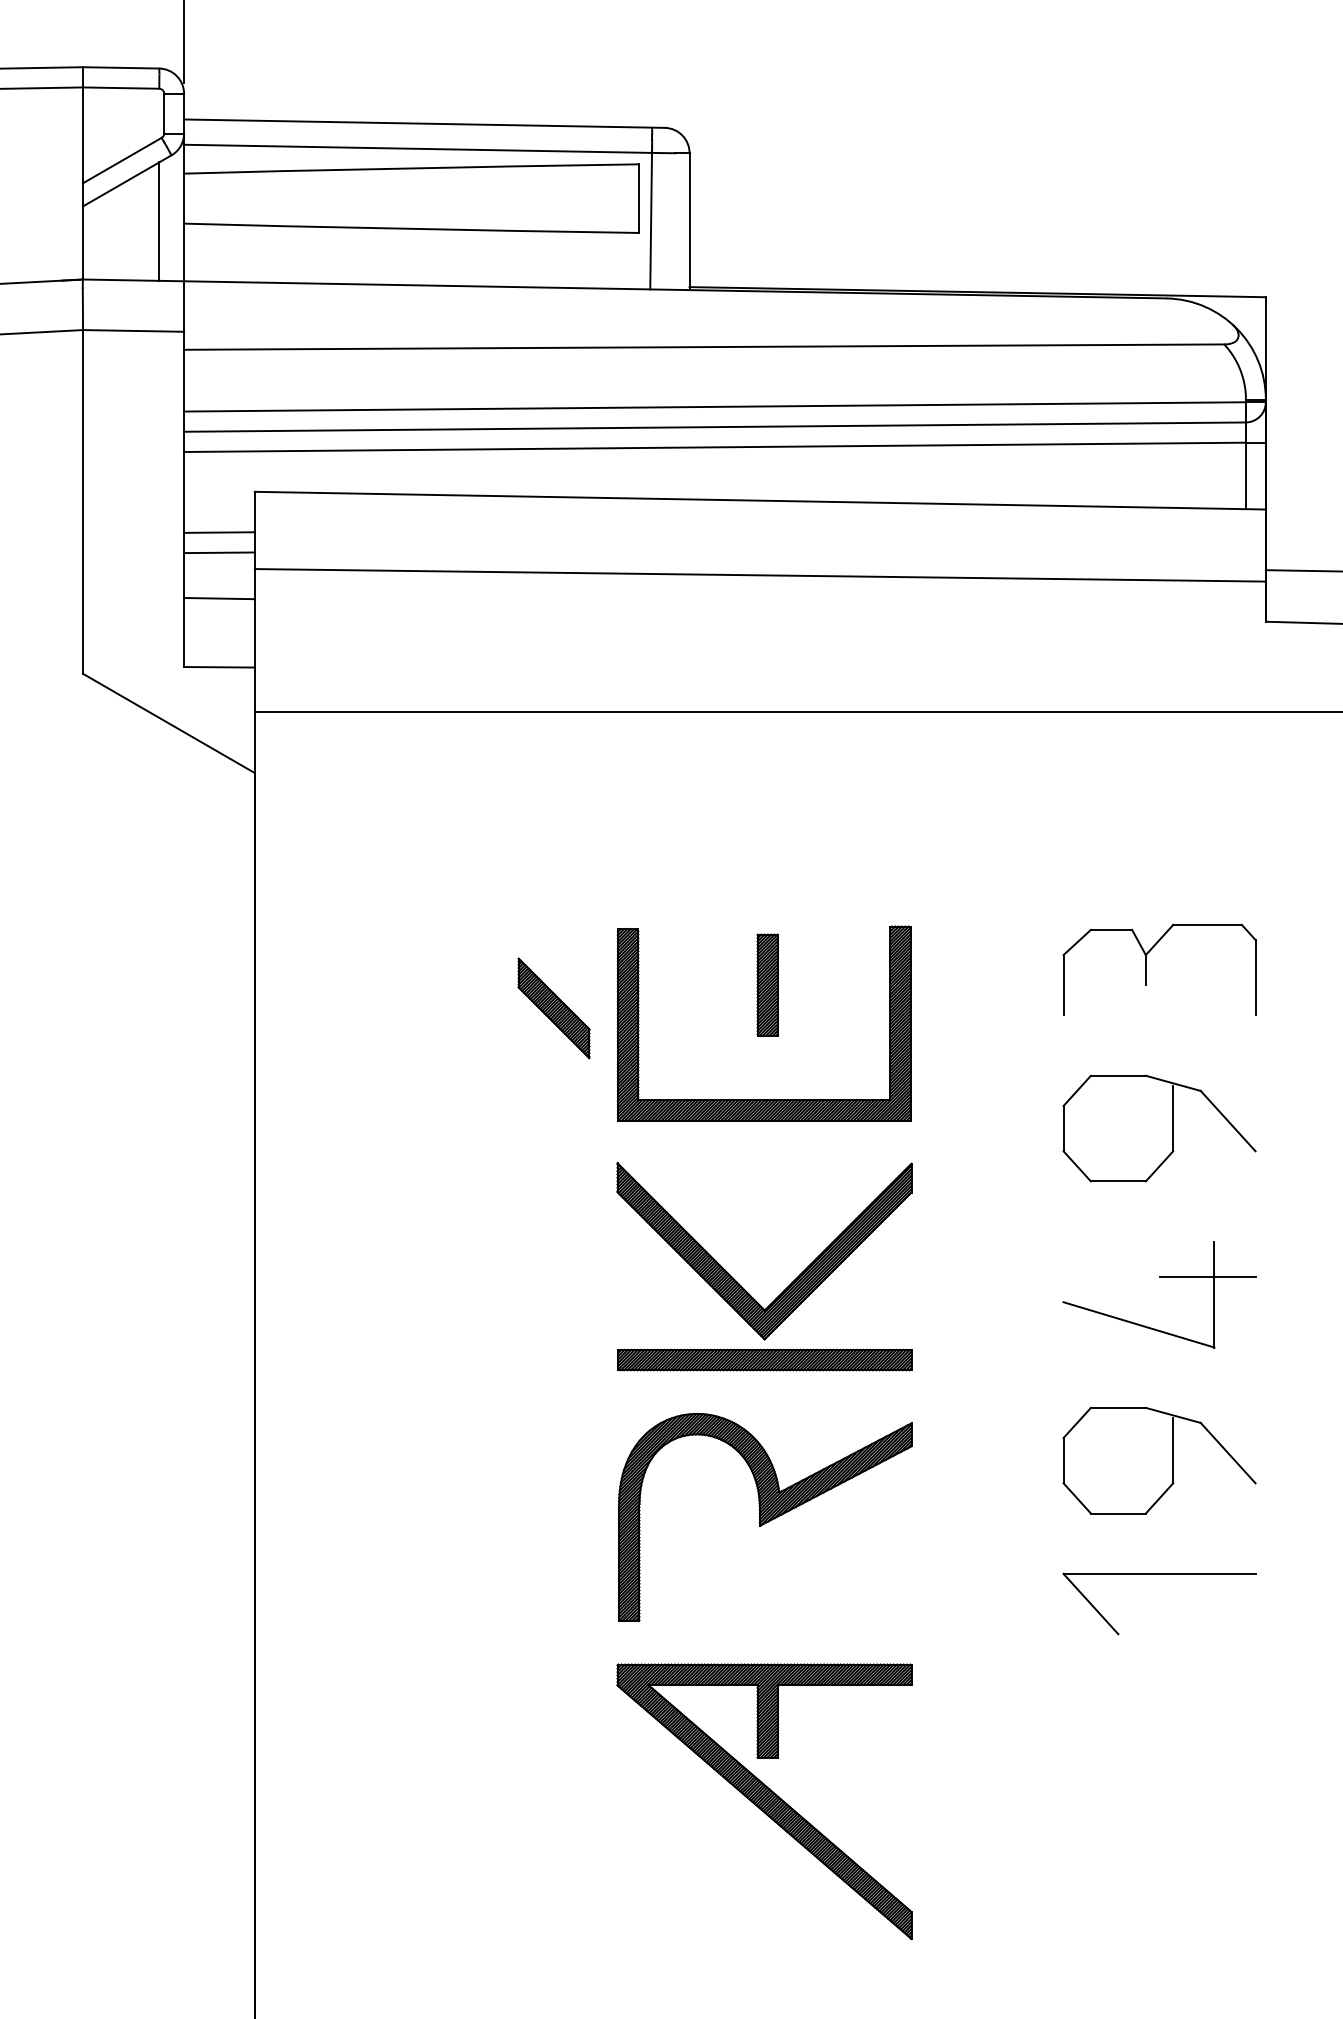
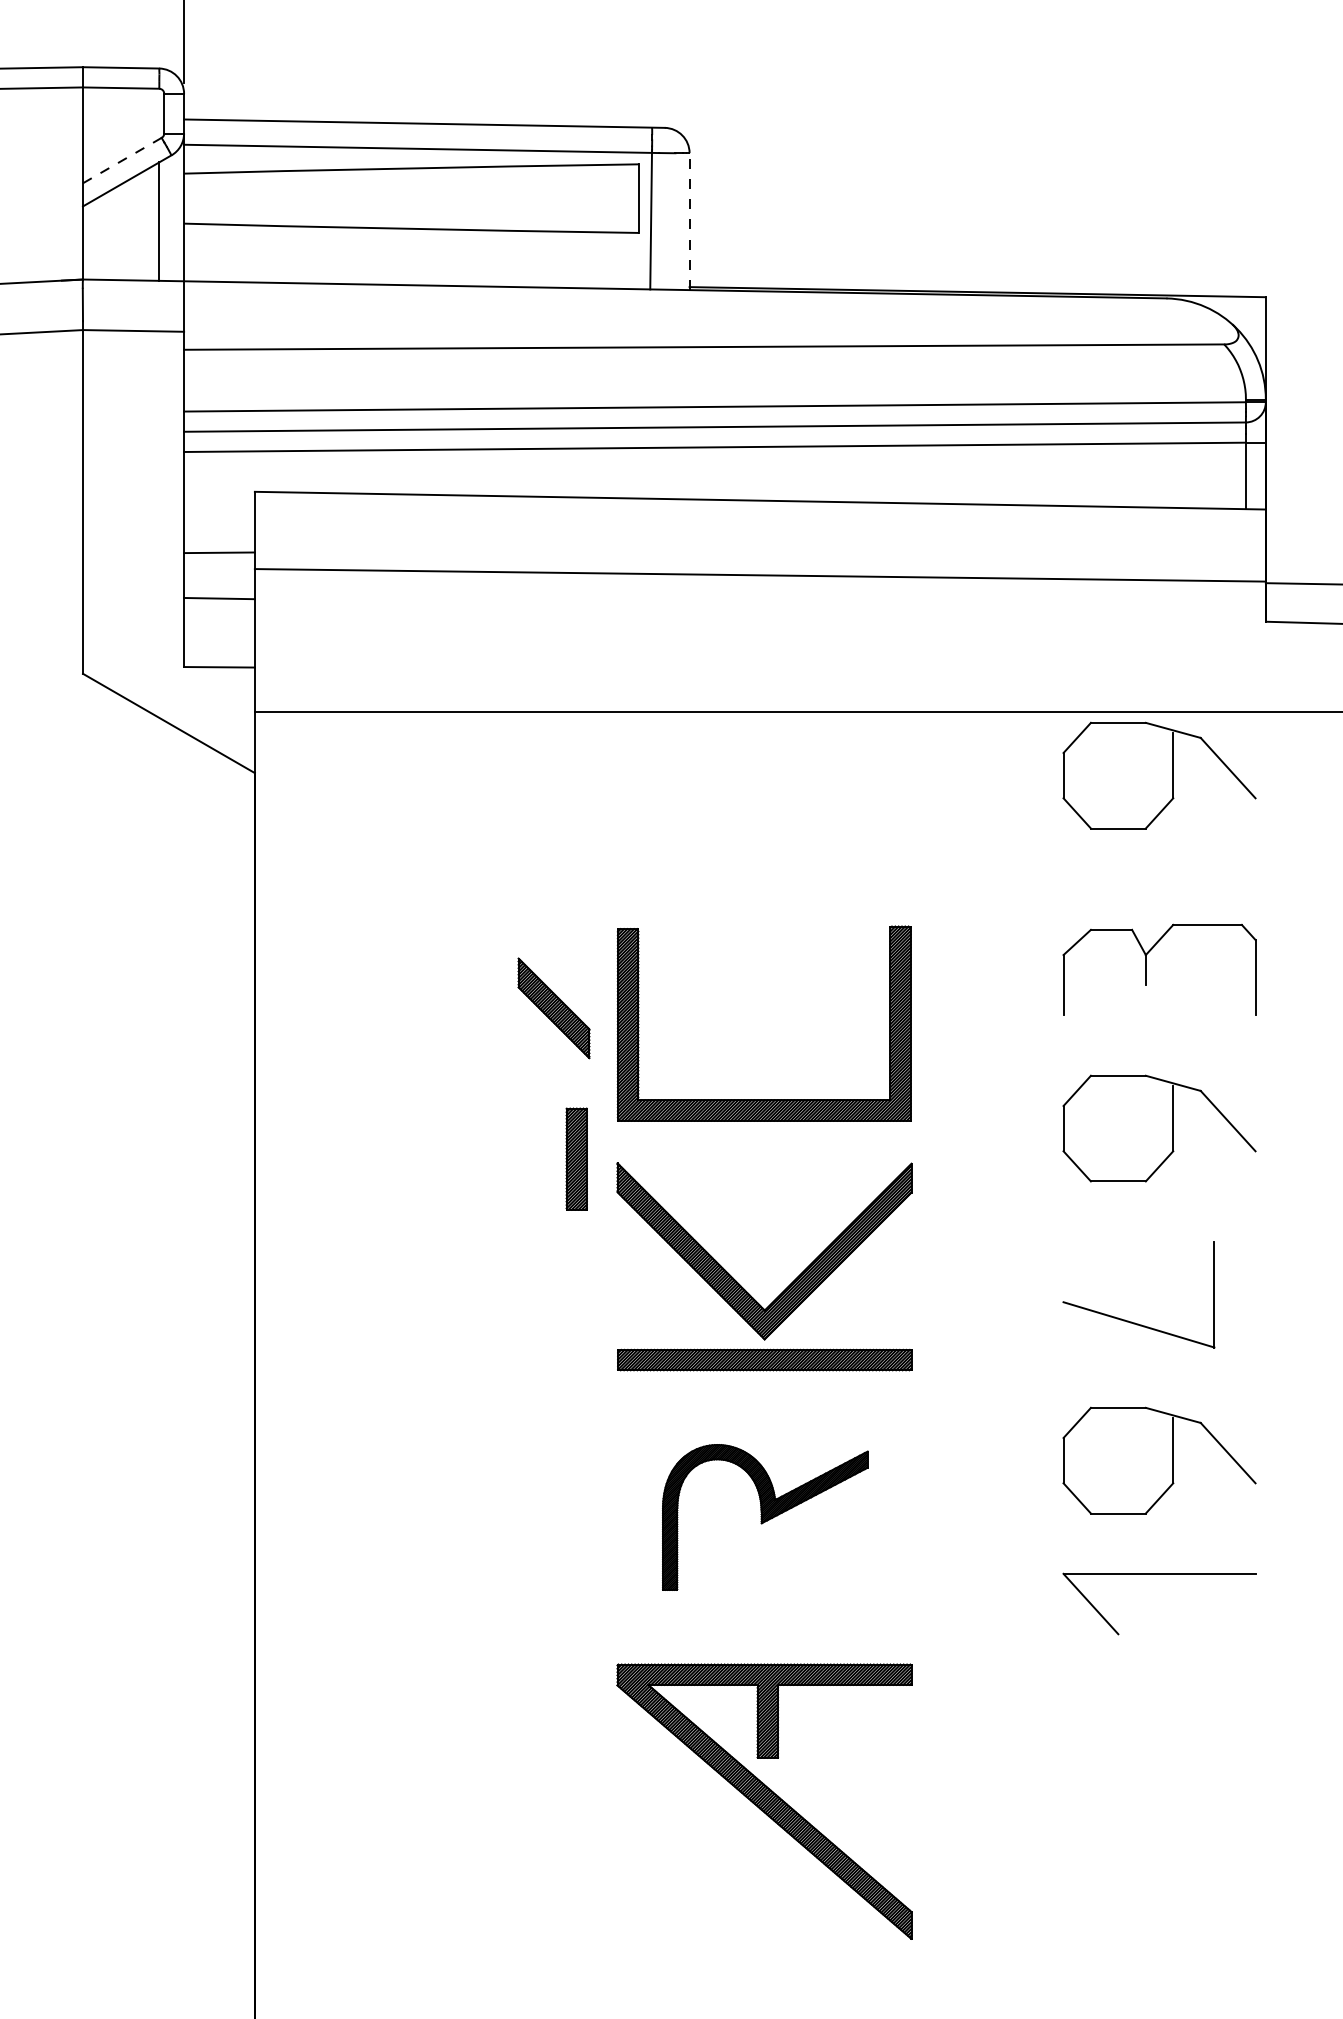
line at (122, 160): solid -> dashed
line at (689, 221): solid -> dashed
line at (219, 532): present -> none
line at (1302, 570) position: (1302, 570) -> (1302, 583)
part at (1159, 775): none -> present
part at (767, 984) position: (767, 984) -> (576, 1158)
line at (1207, 1277): present -> none
part at (765, 1517) size: 295x209 px -> 207x147 px
